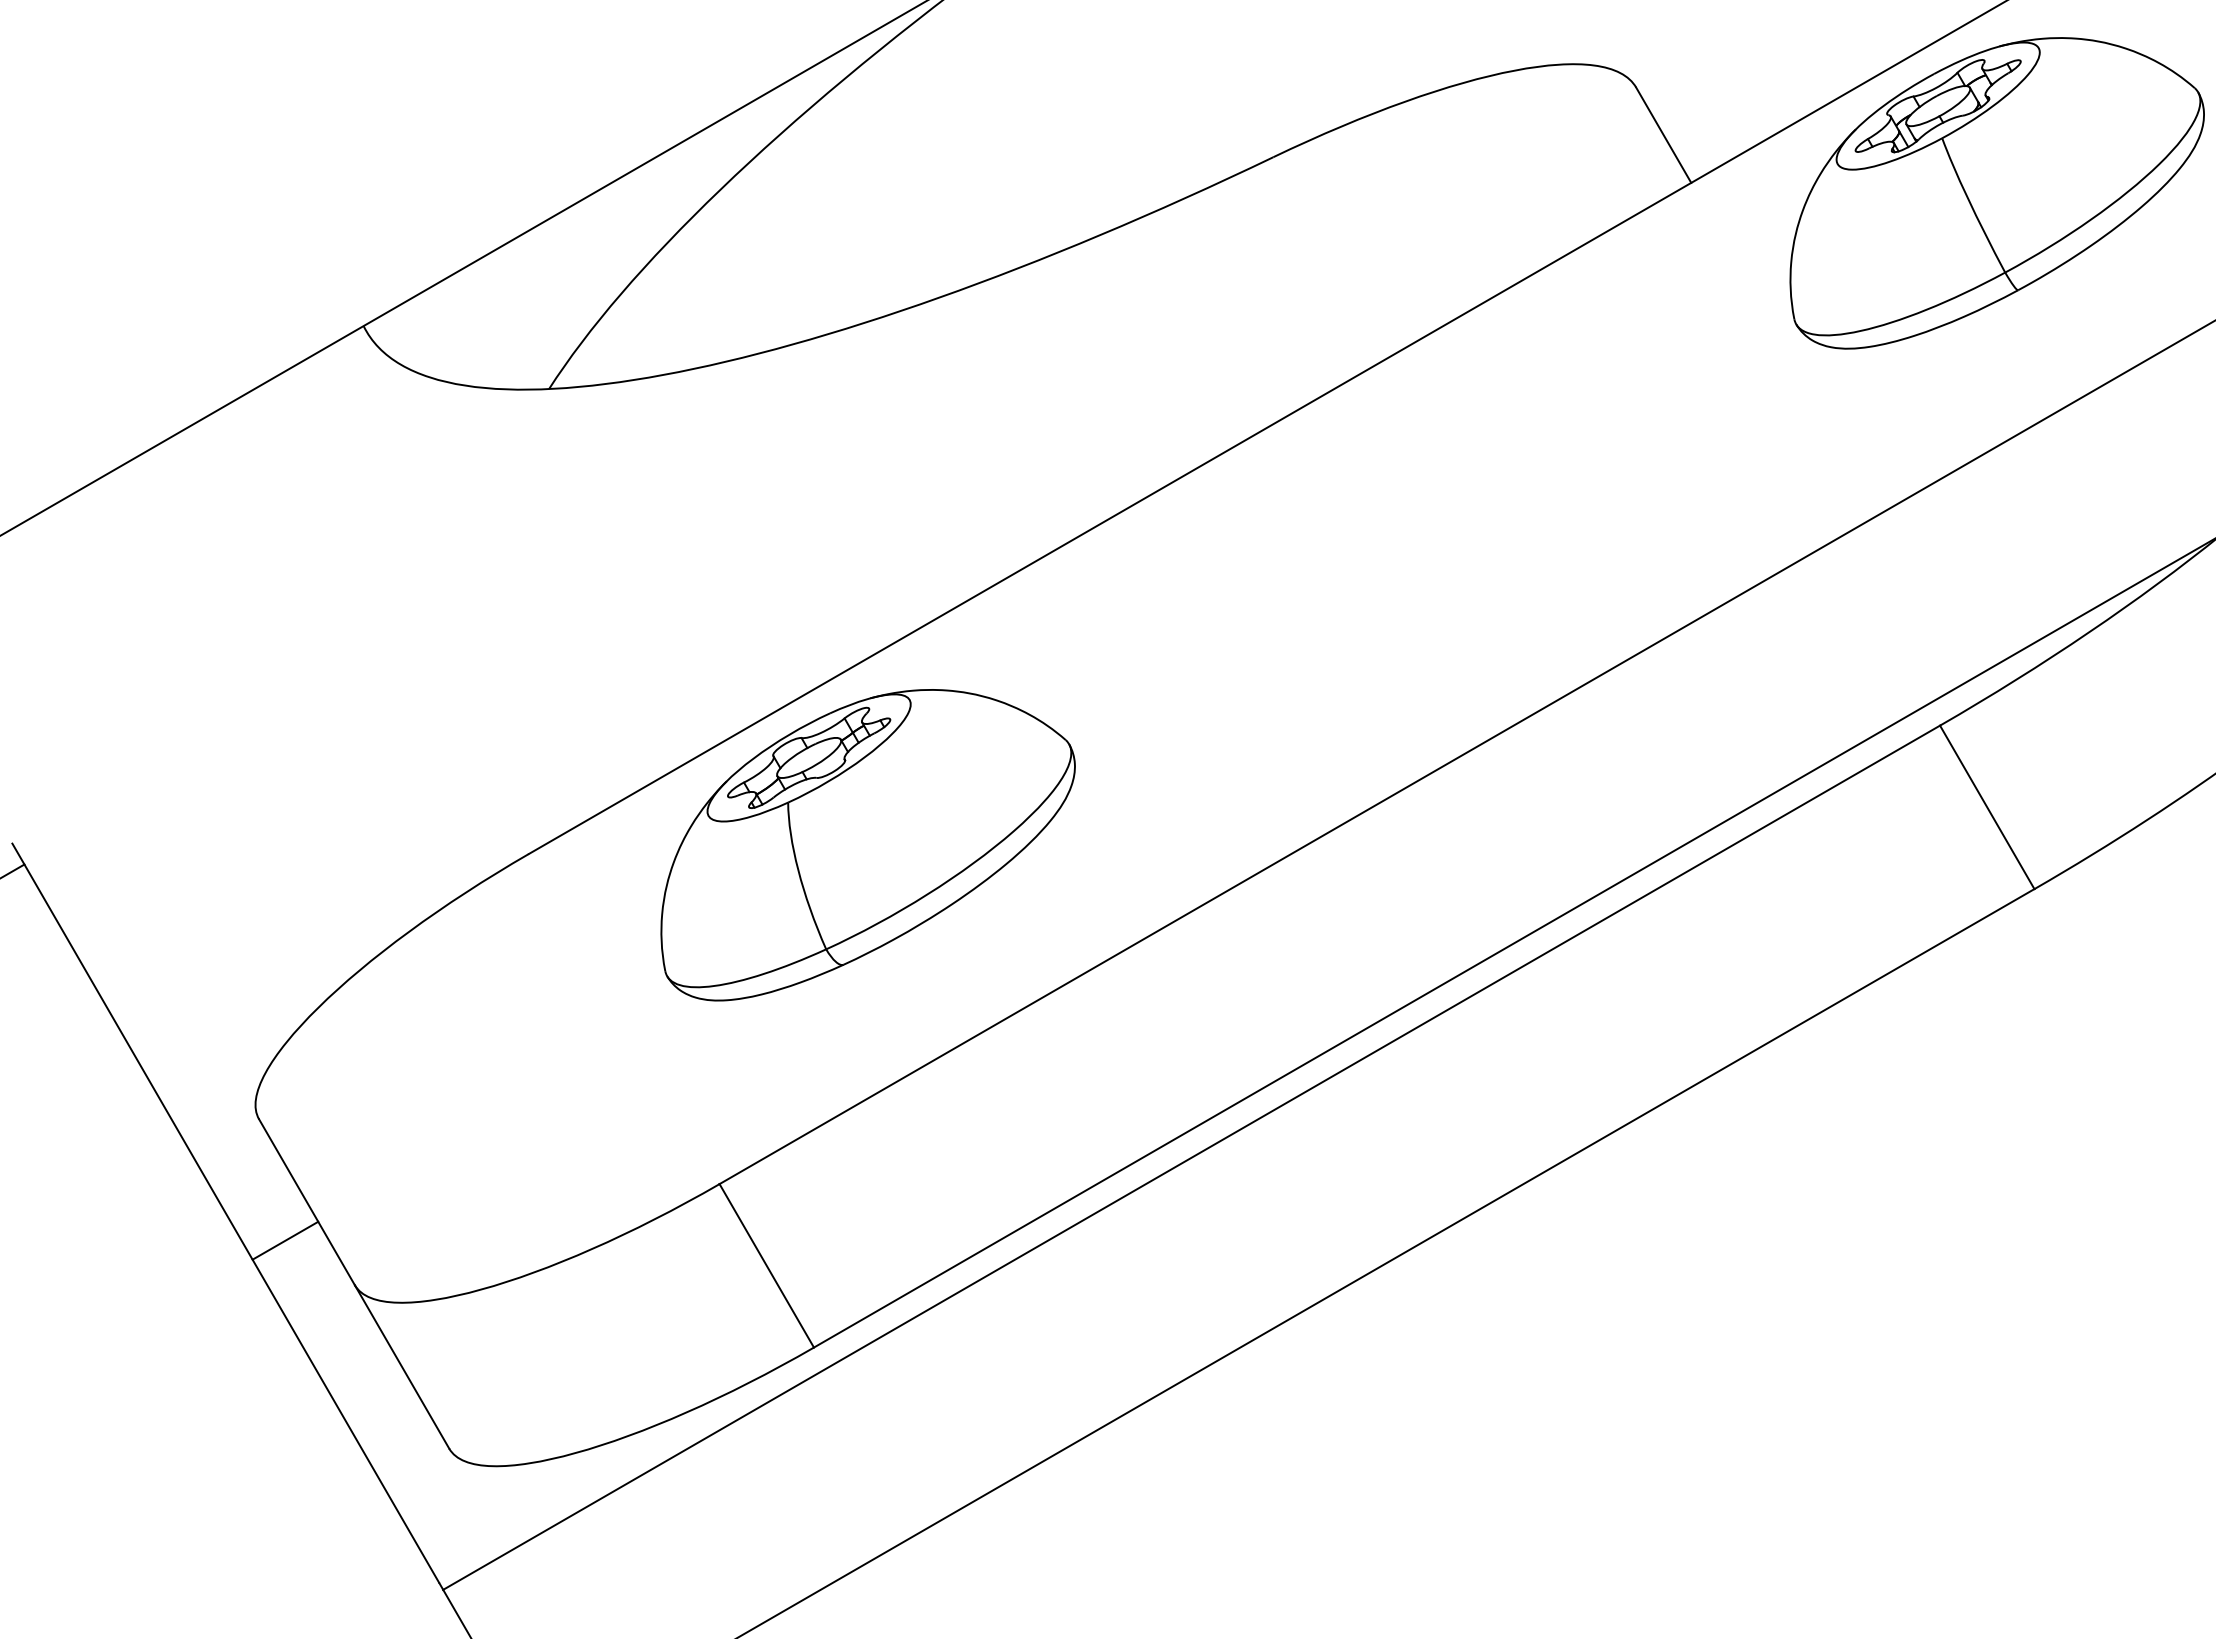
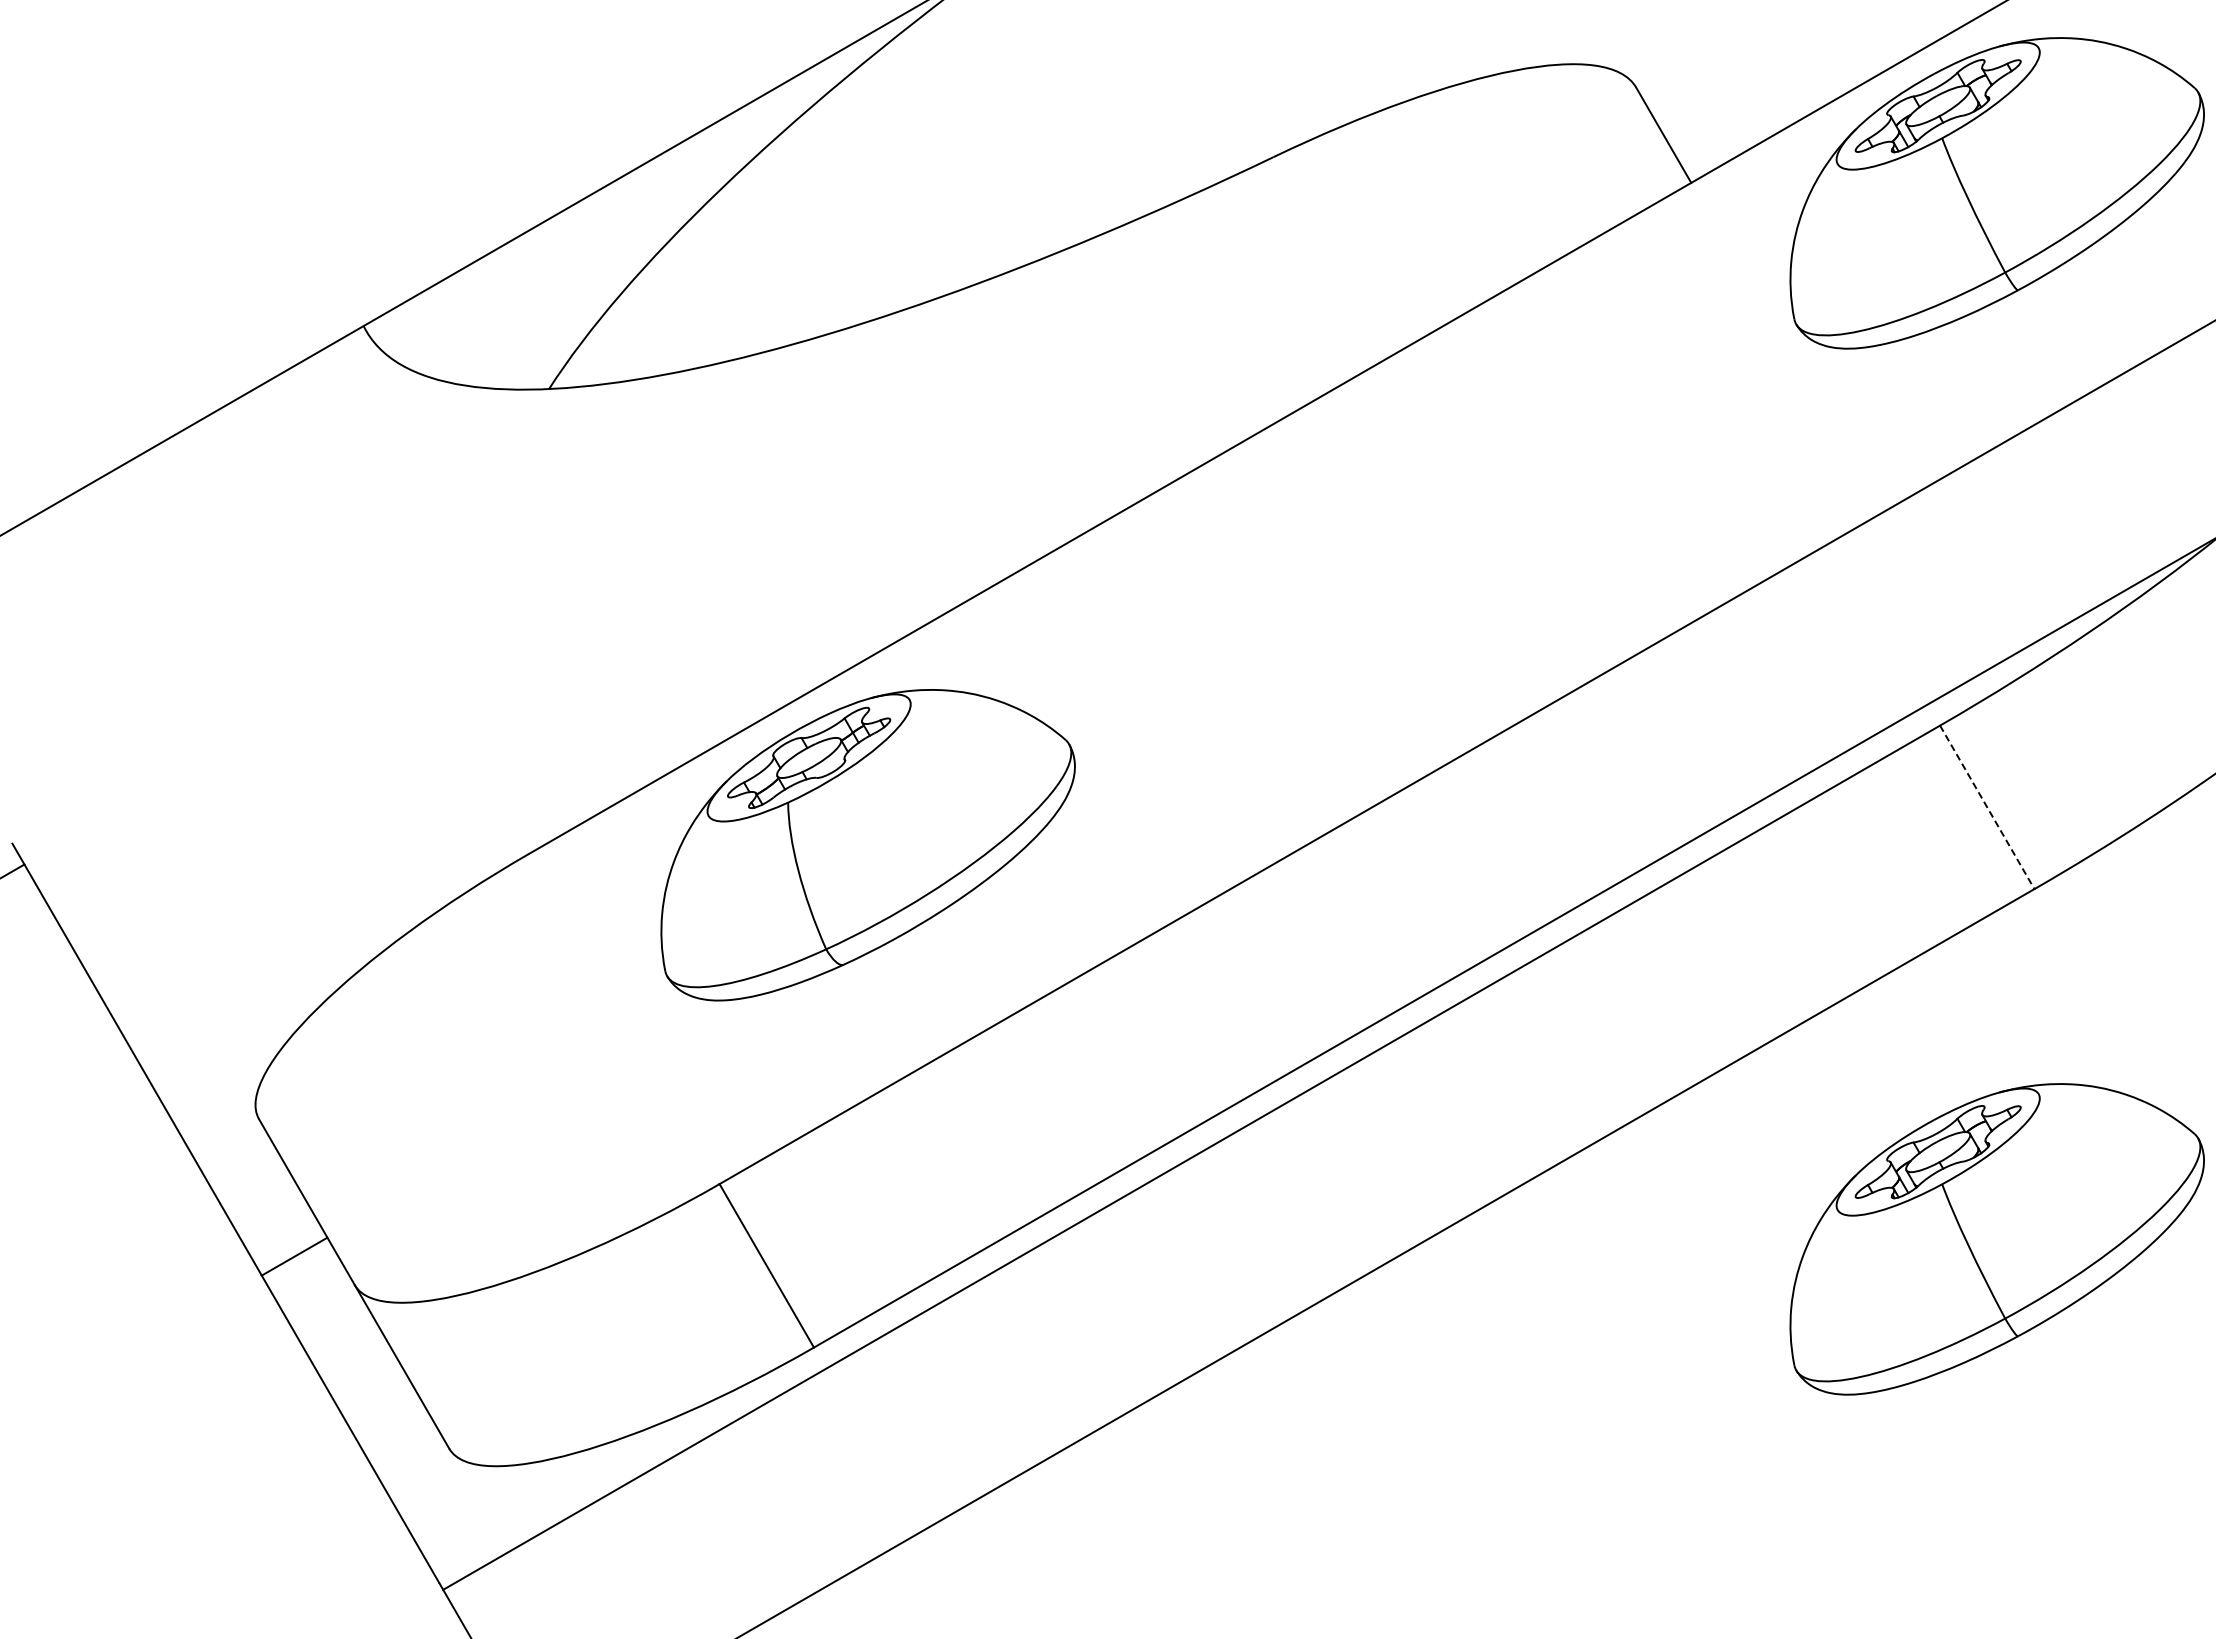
line at (1987, 807): solid -> dashed
part at (1996, 1239): none -> present
line at (285, 1240) position: (285, 1240) -> (294, 1256)
